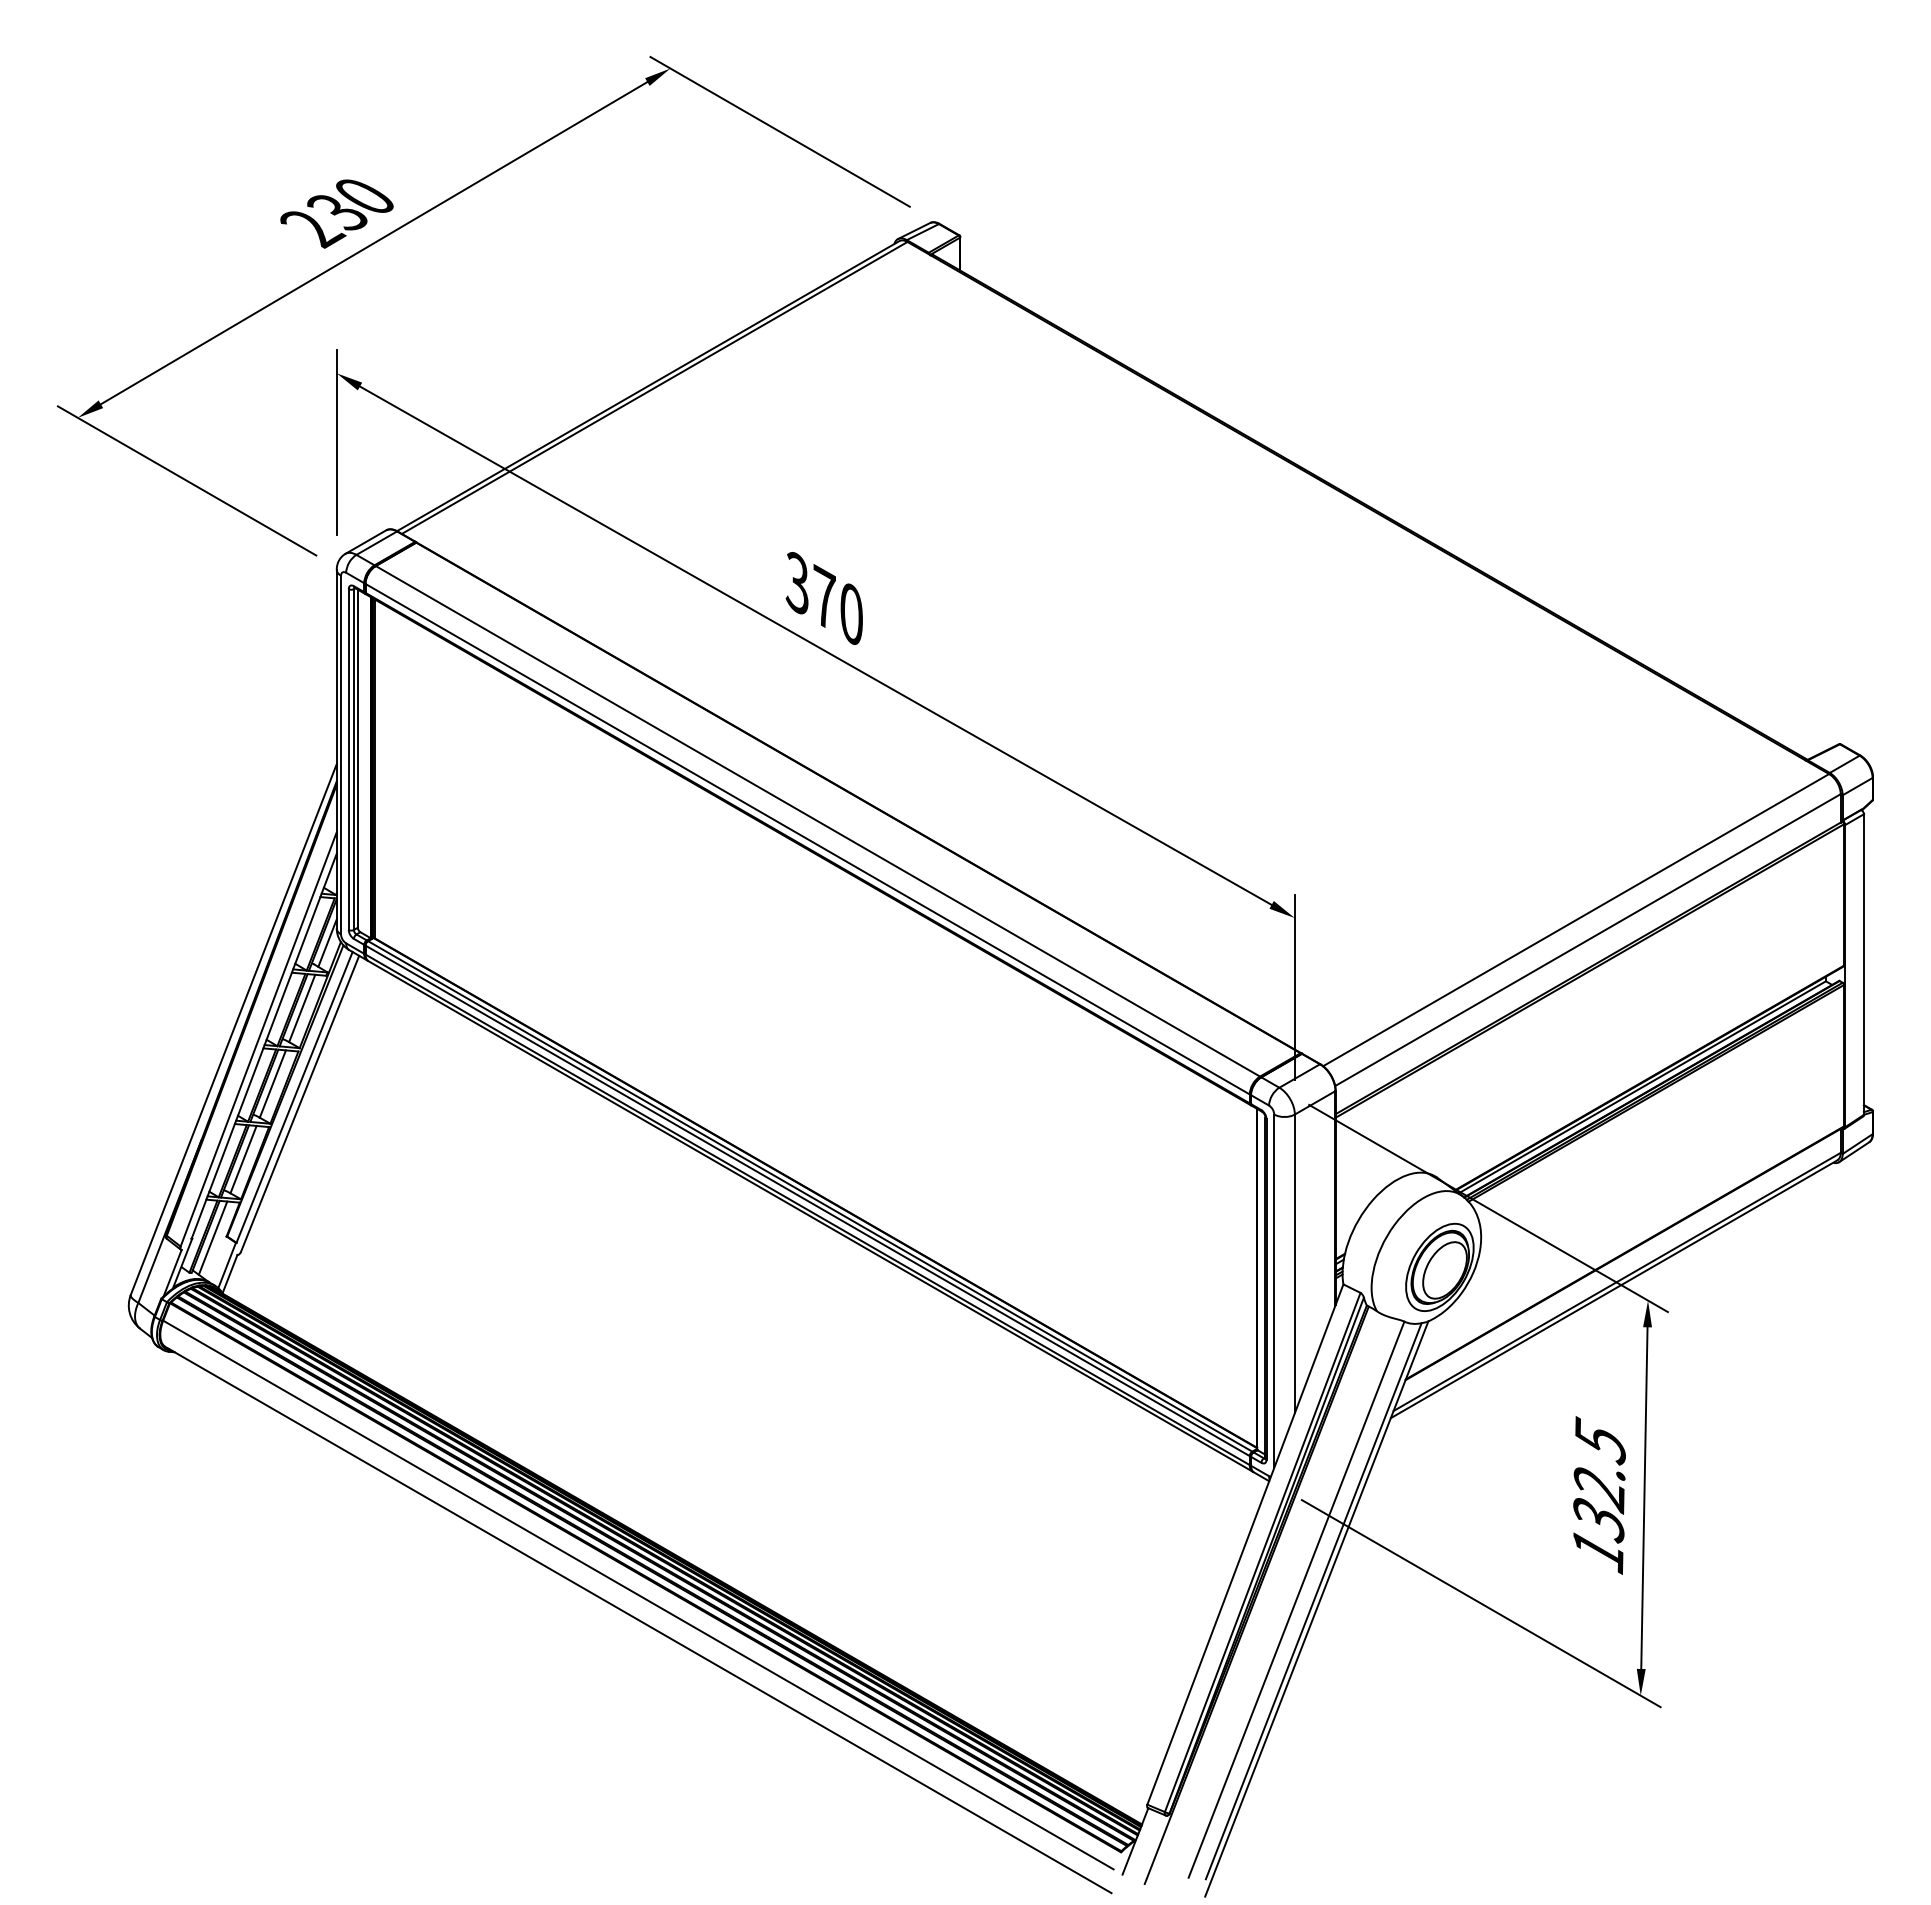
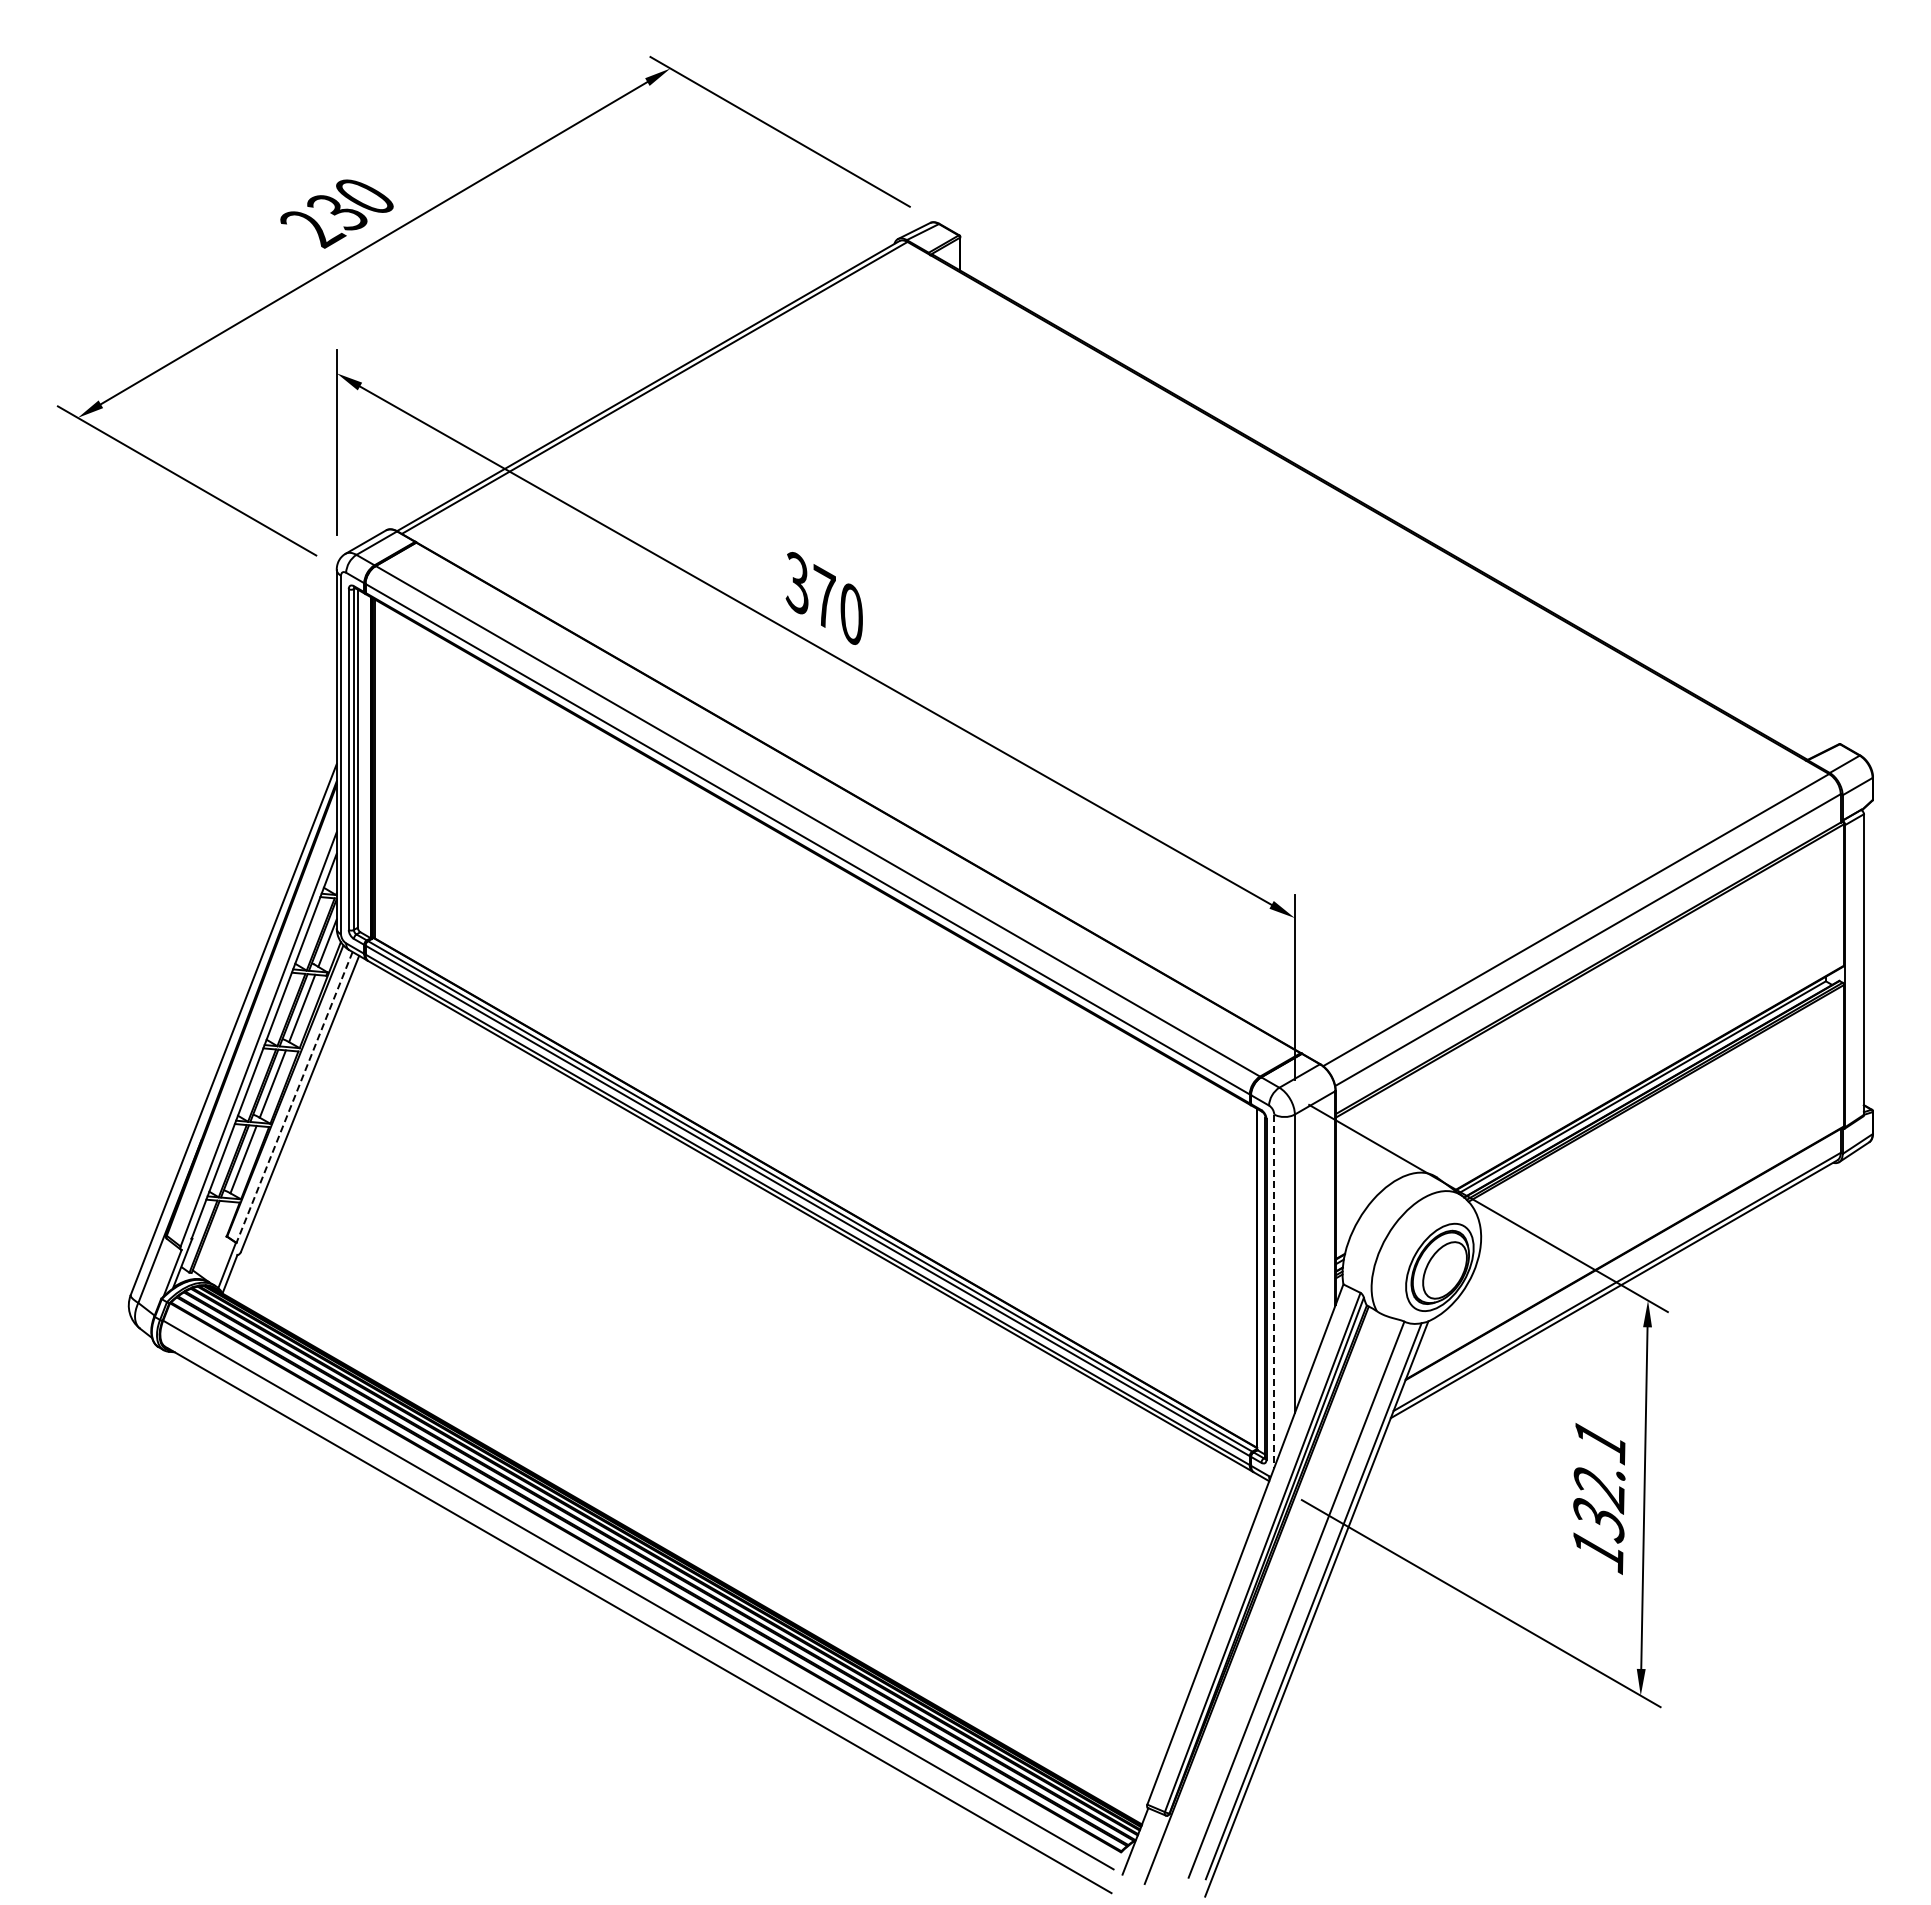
line at (294, 1097): solid -> dashed
line at (212, 1237): present -> none
line at (1274, 1291): solid -> dashed
text at (1600, 1440): 132.5 -> 132.1
